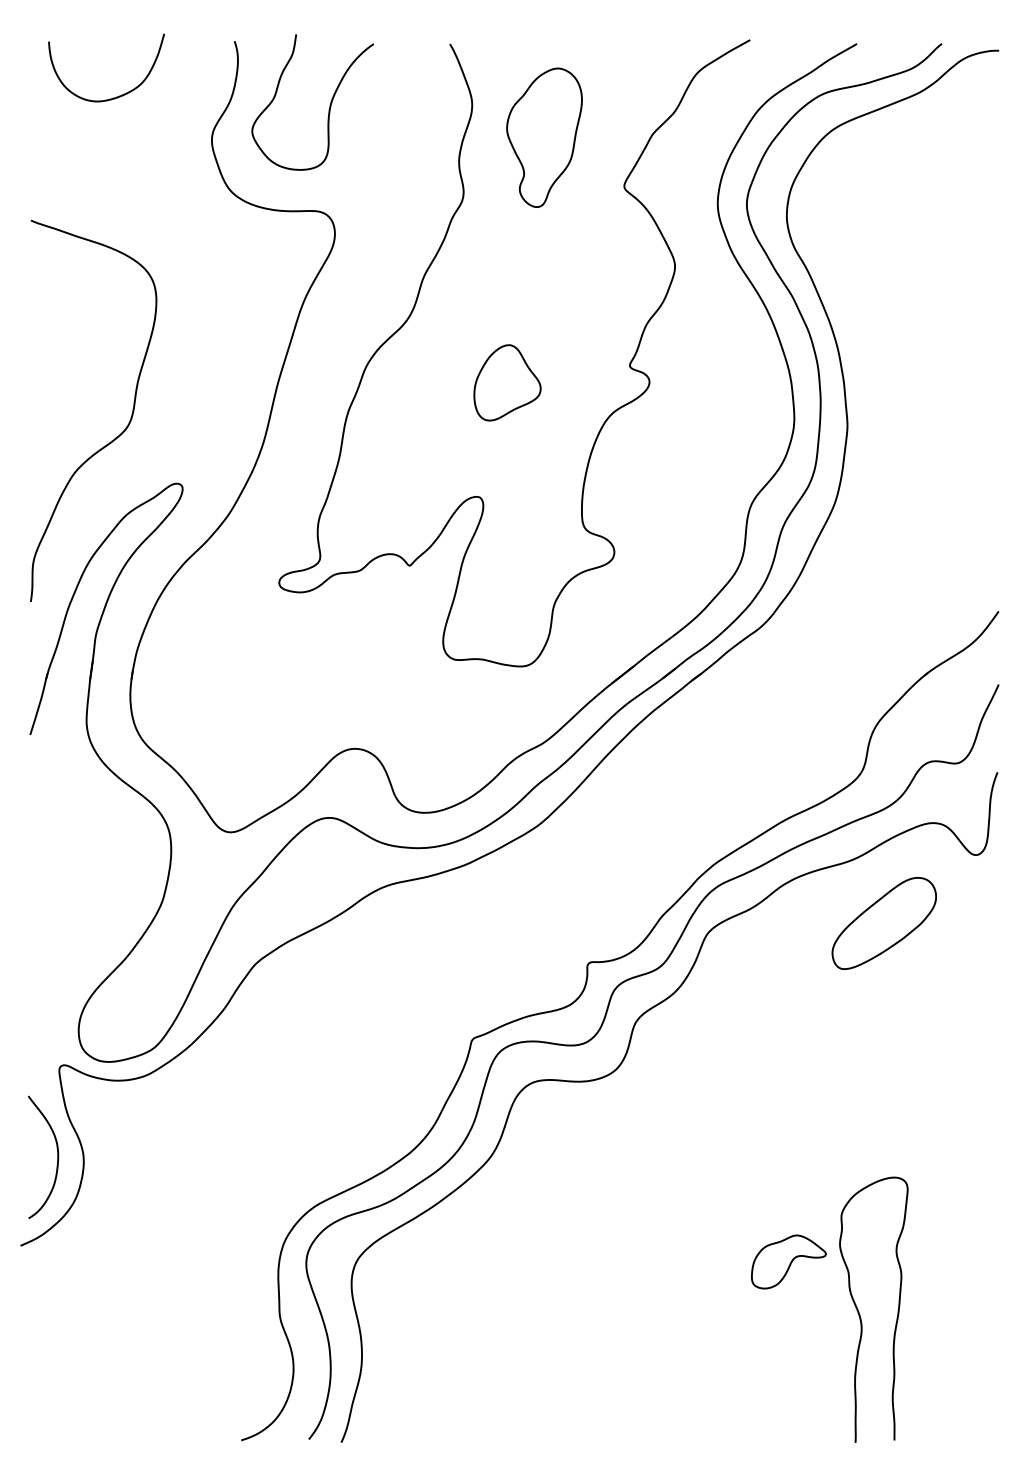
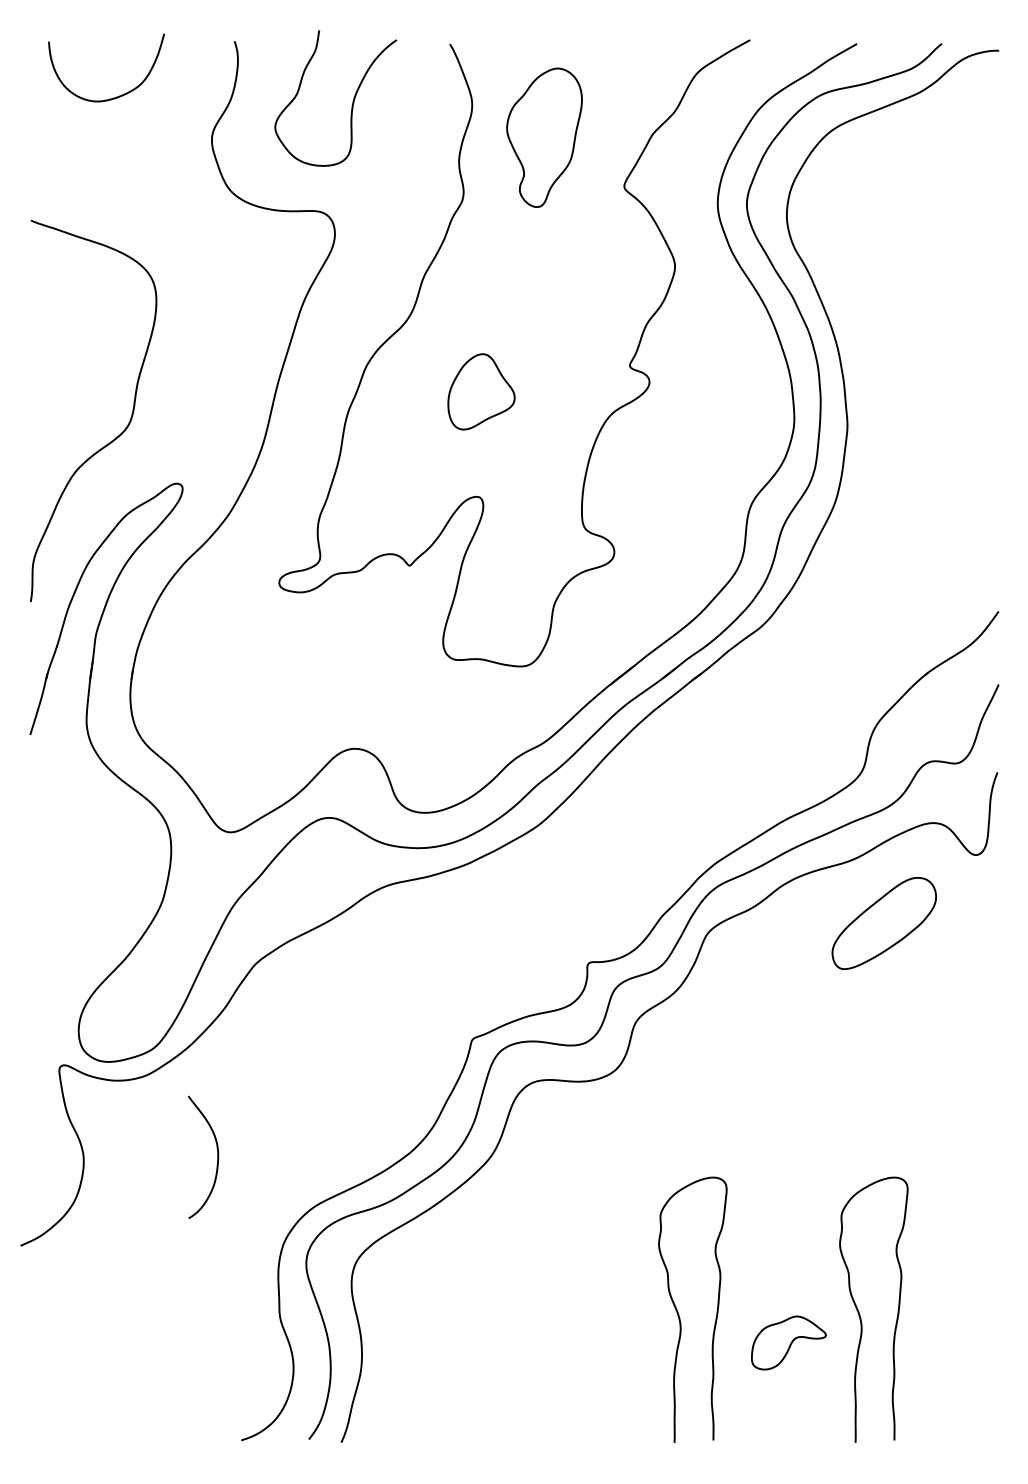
curve at (329, 105) position: (329, 105) -> (352, 101)
part at (507, 382) position: (507, 382) -> (481, 391)
curve at (57, 1156) position: (57, 1156) -> (217, 1156)
part at (788, 1261) position: (788, 1261) -> (788, 1342)
curve at (679, 1314): none -> present
